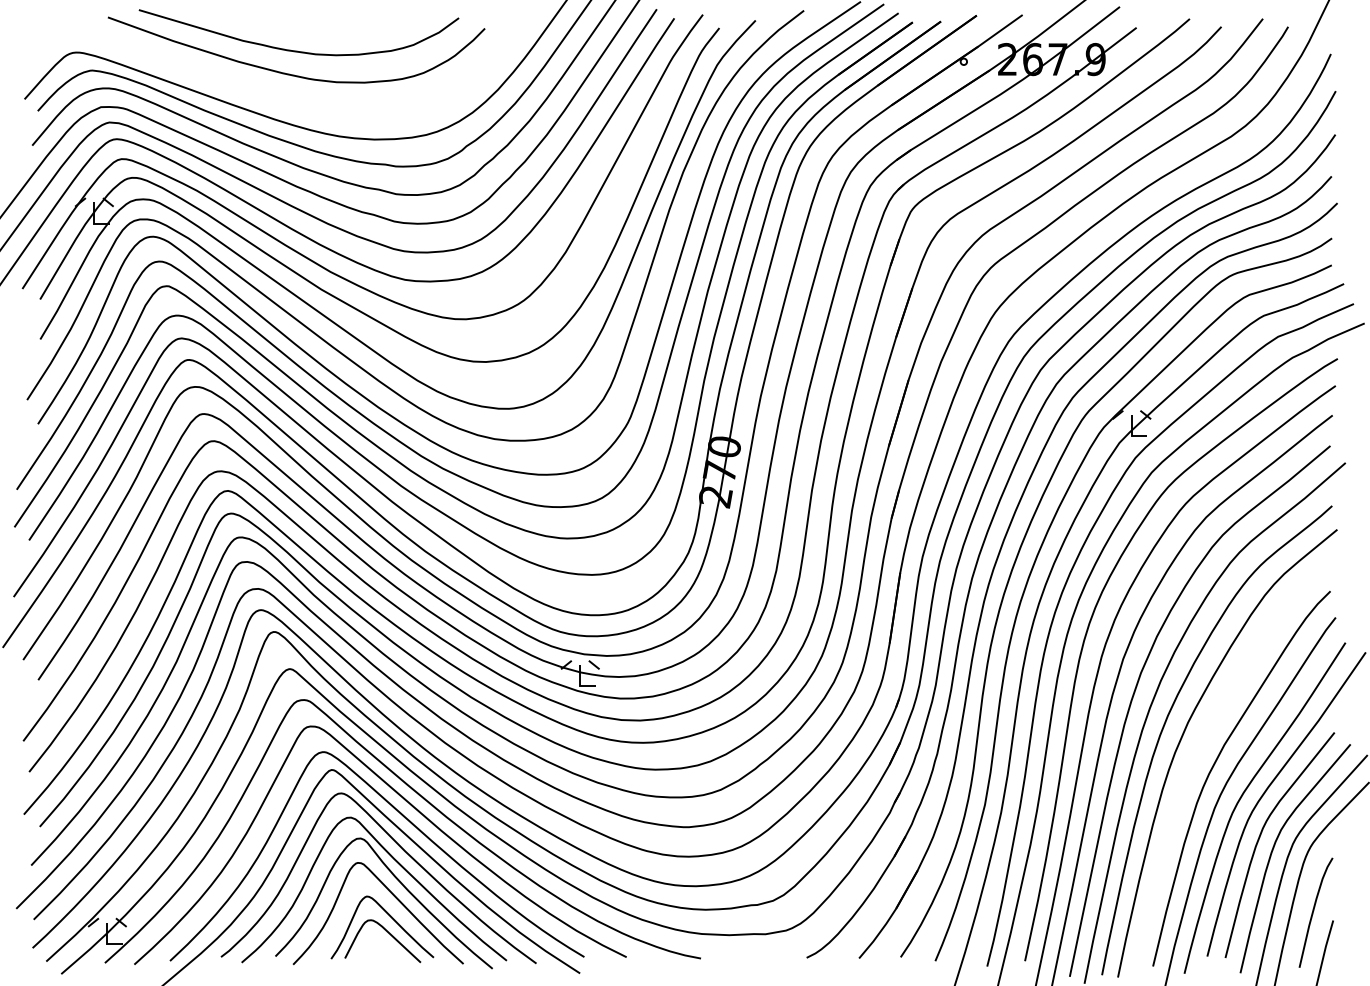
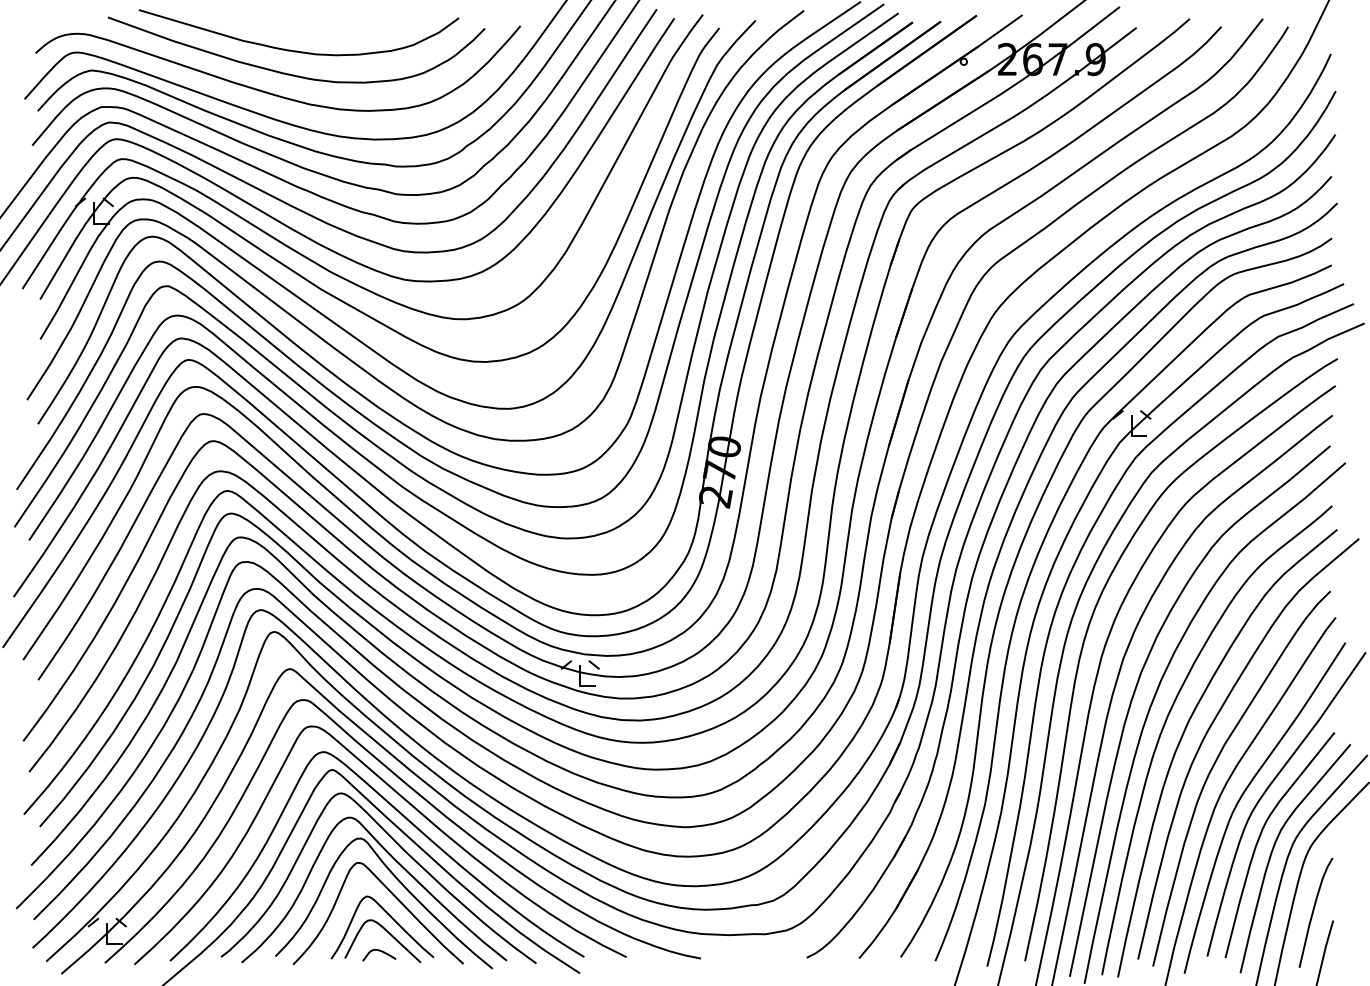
curve at (270, 92): none -> present
curve at (1212, 725): none -> present
curve at (381, 952): none -> present
